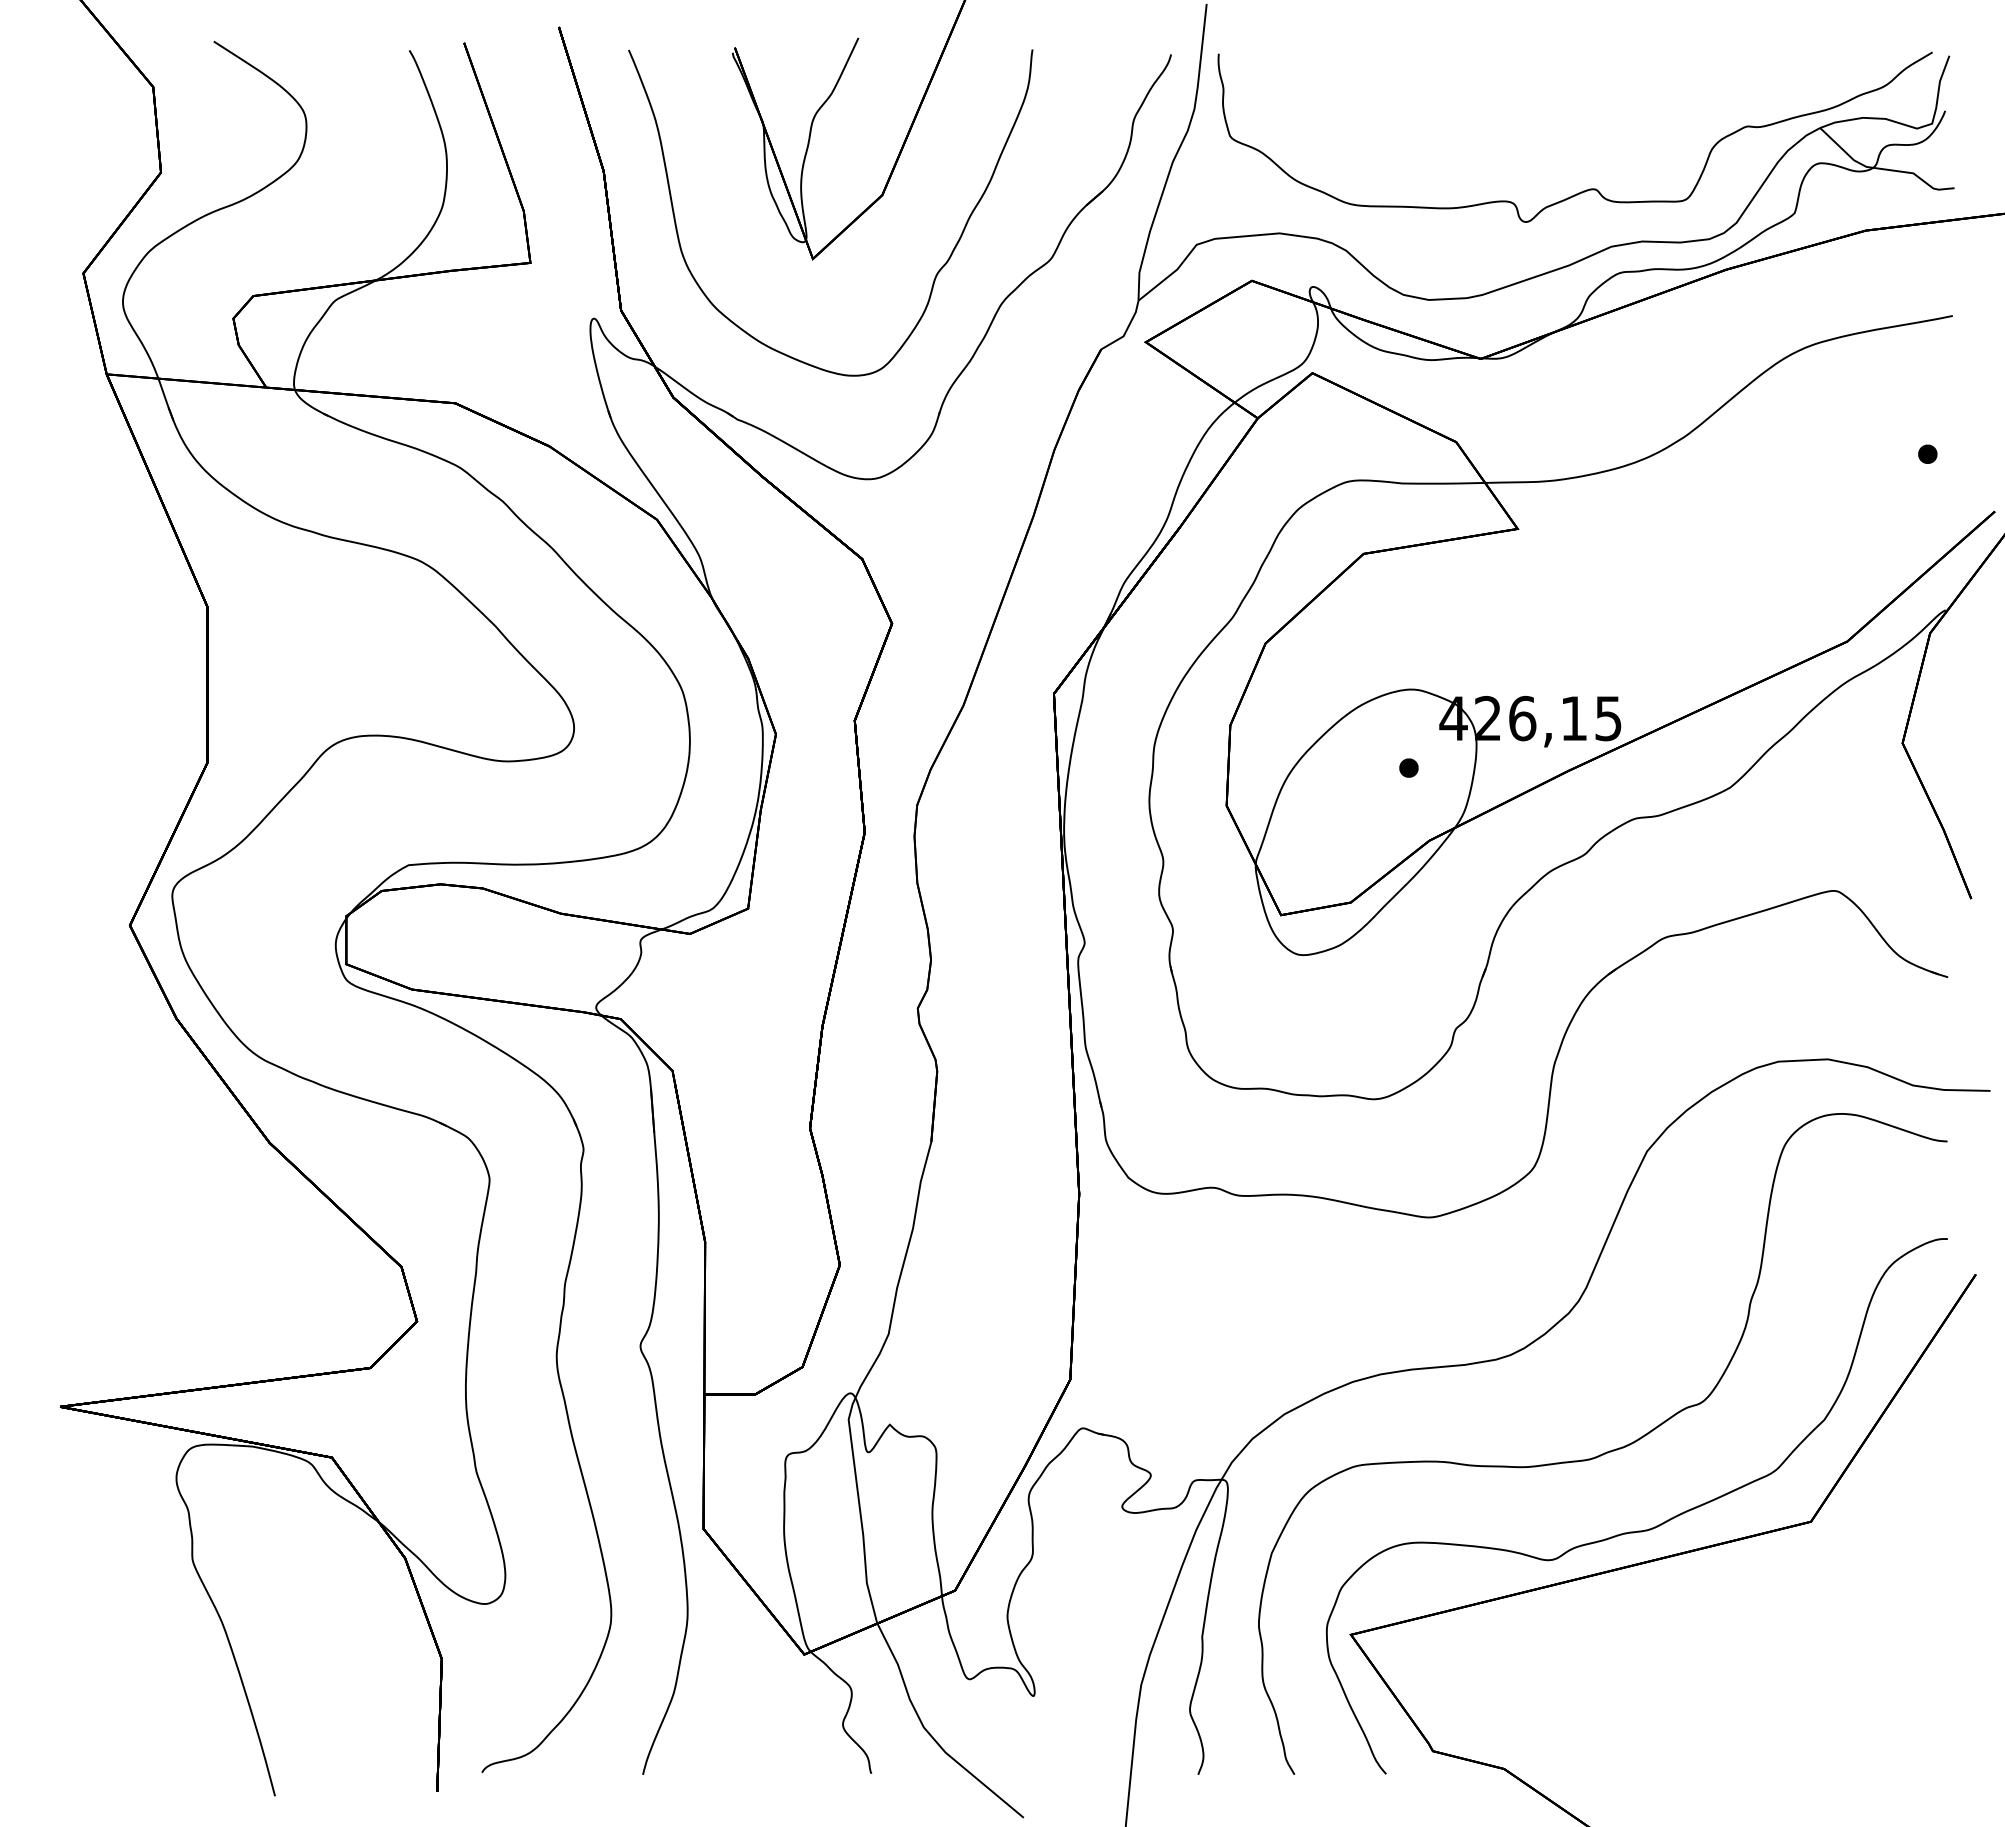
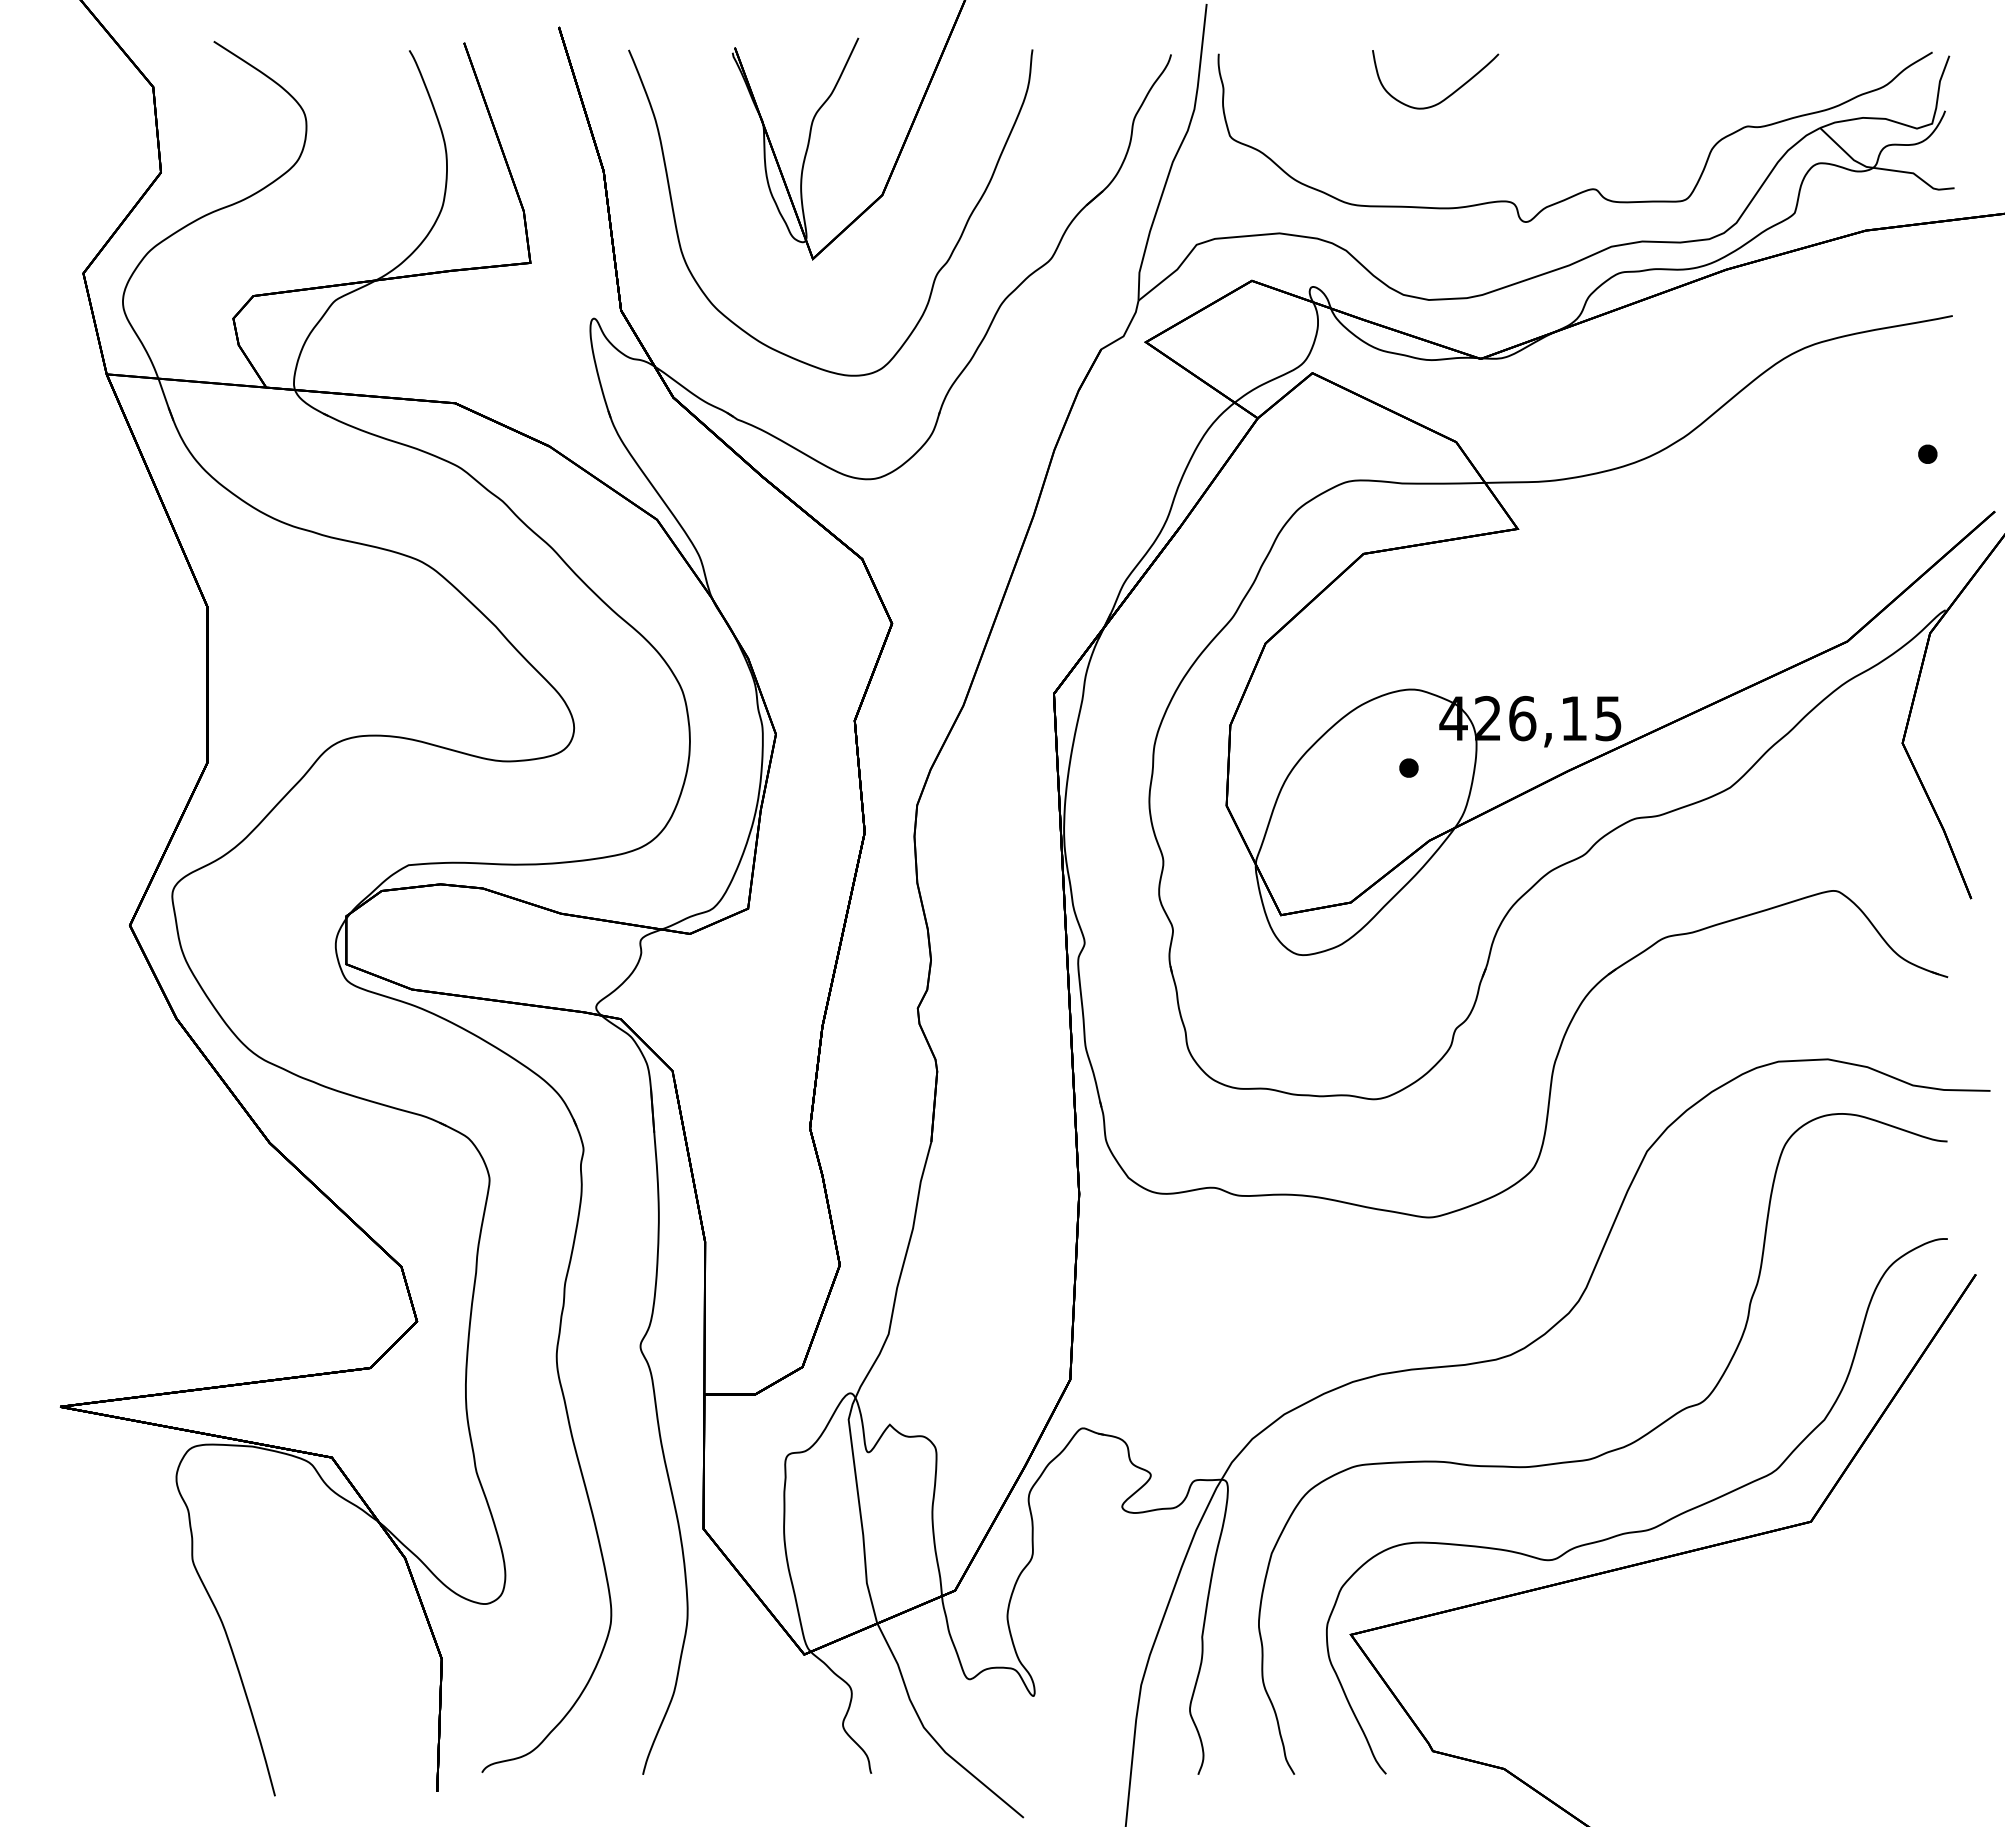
curve at (1449, 94): none -> present
